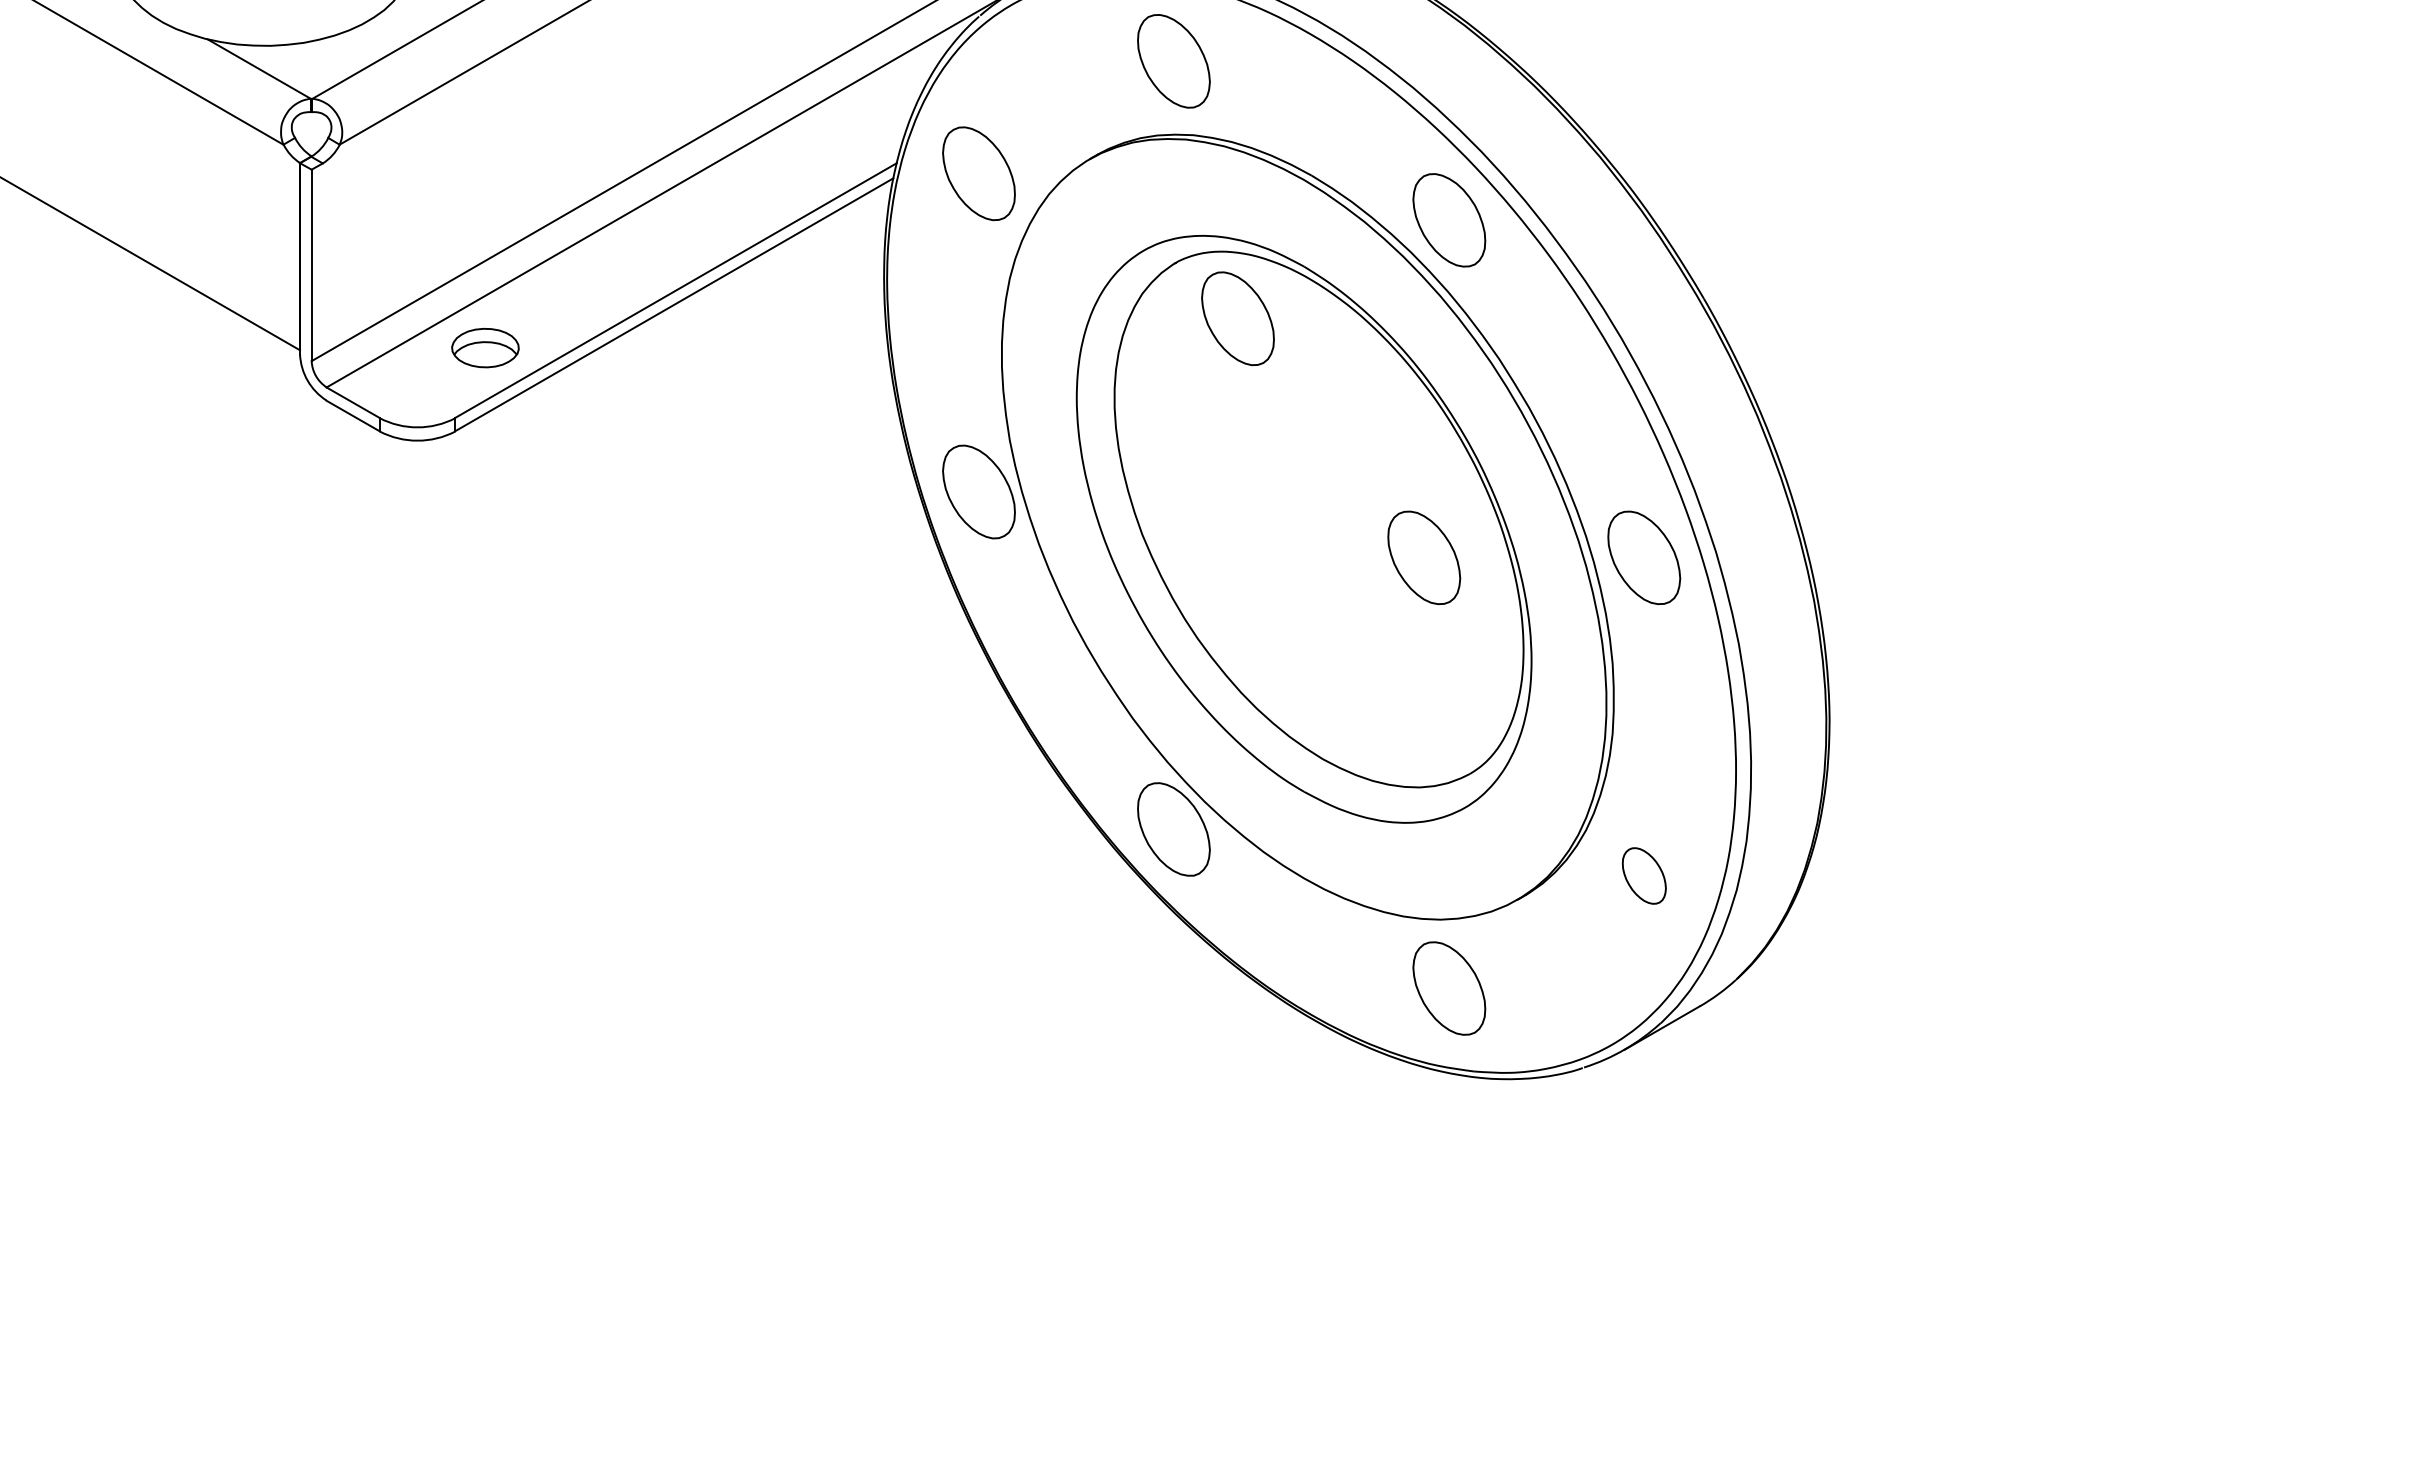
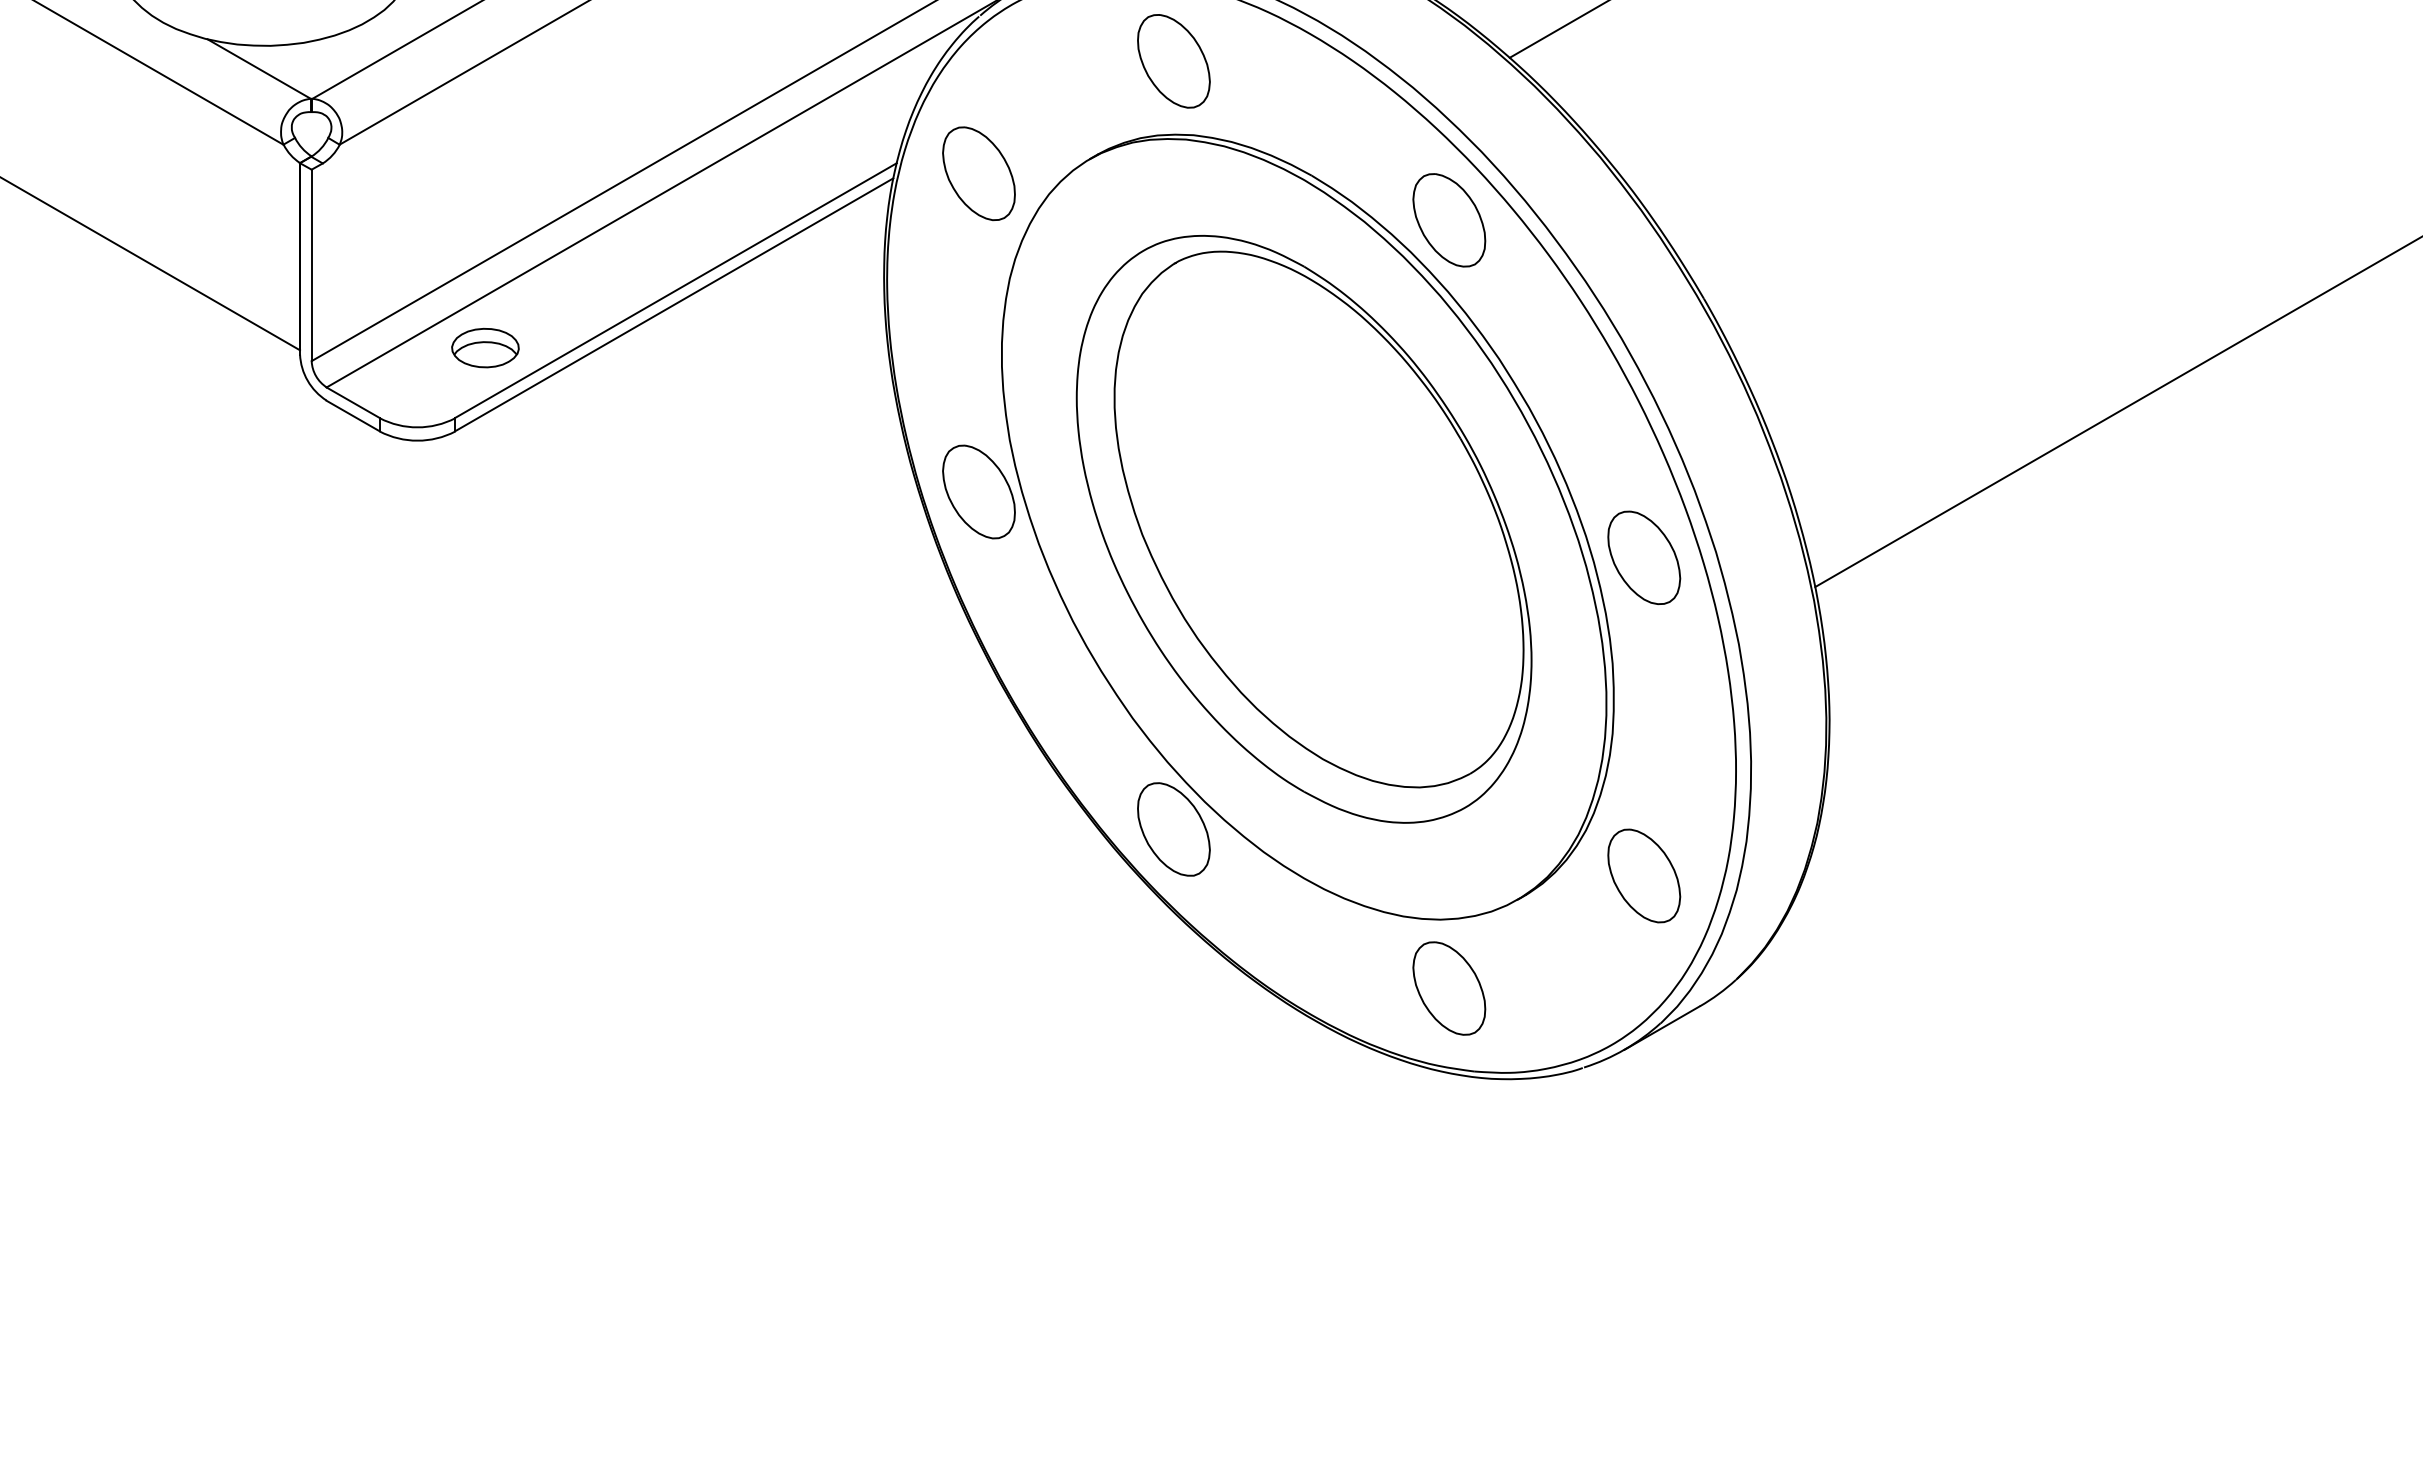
line at (1557, 29): none -> present
part at (1237, 318): present -> none
line at (2117, 412): none -> present
part at (1424, 557): present -> none
part at (1643, 875) size: 46x58 px -> 75x96 px
